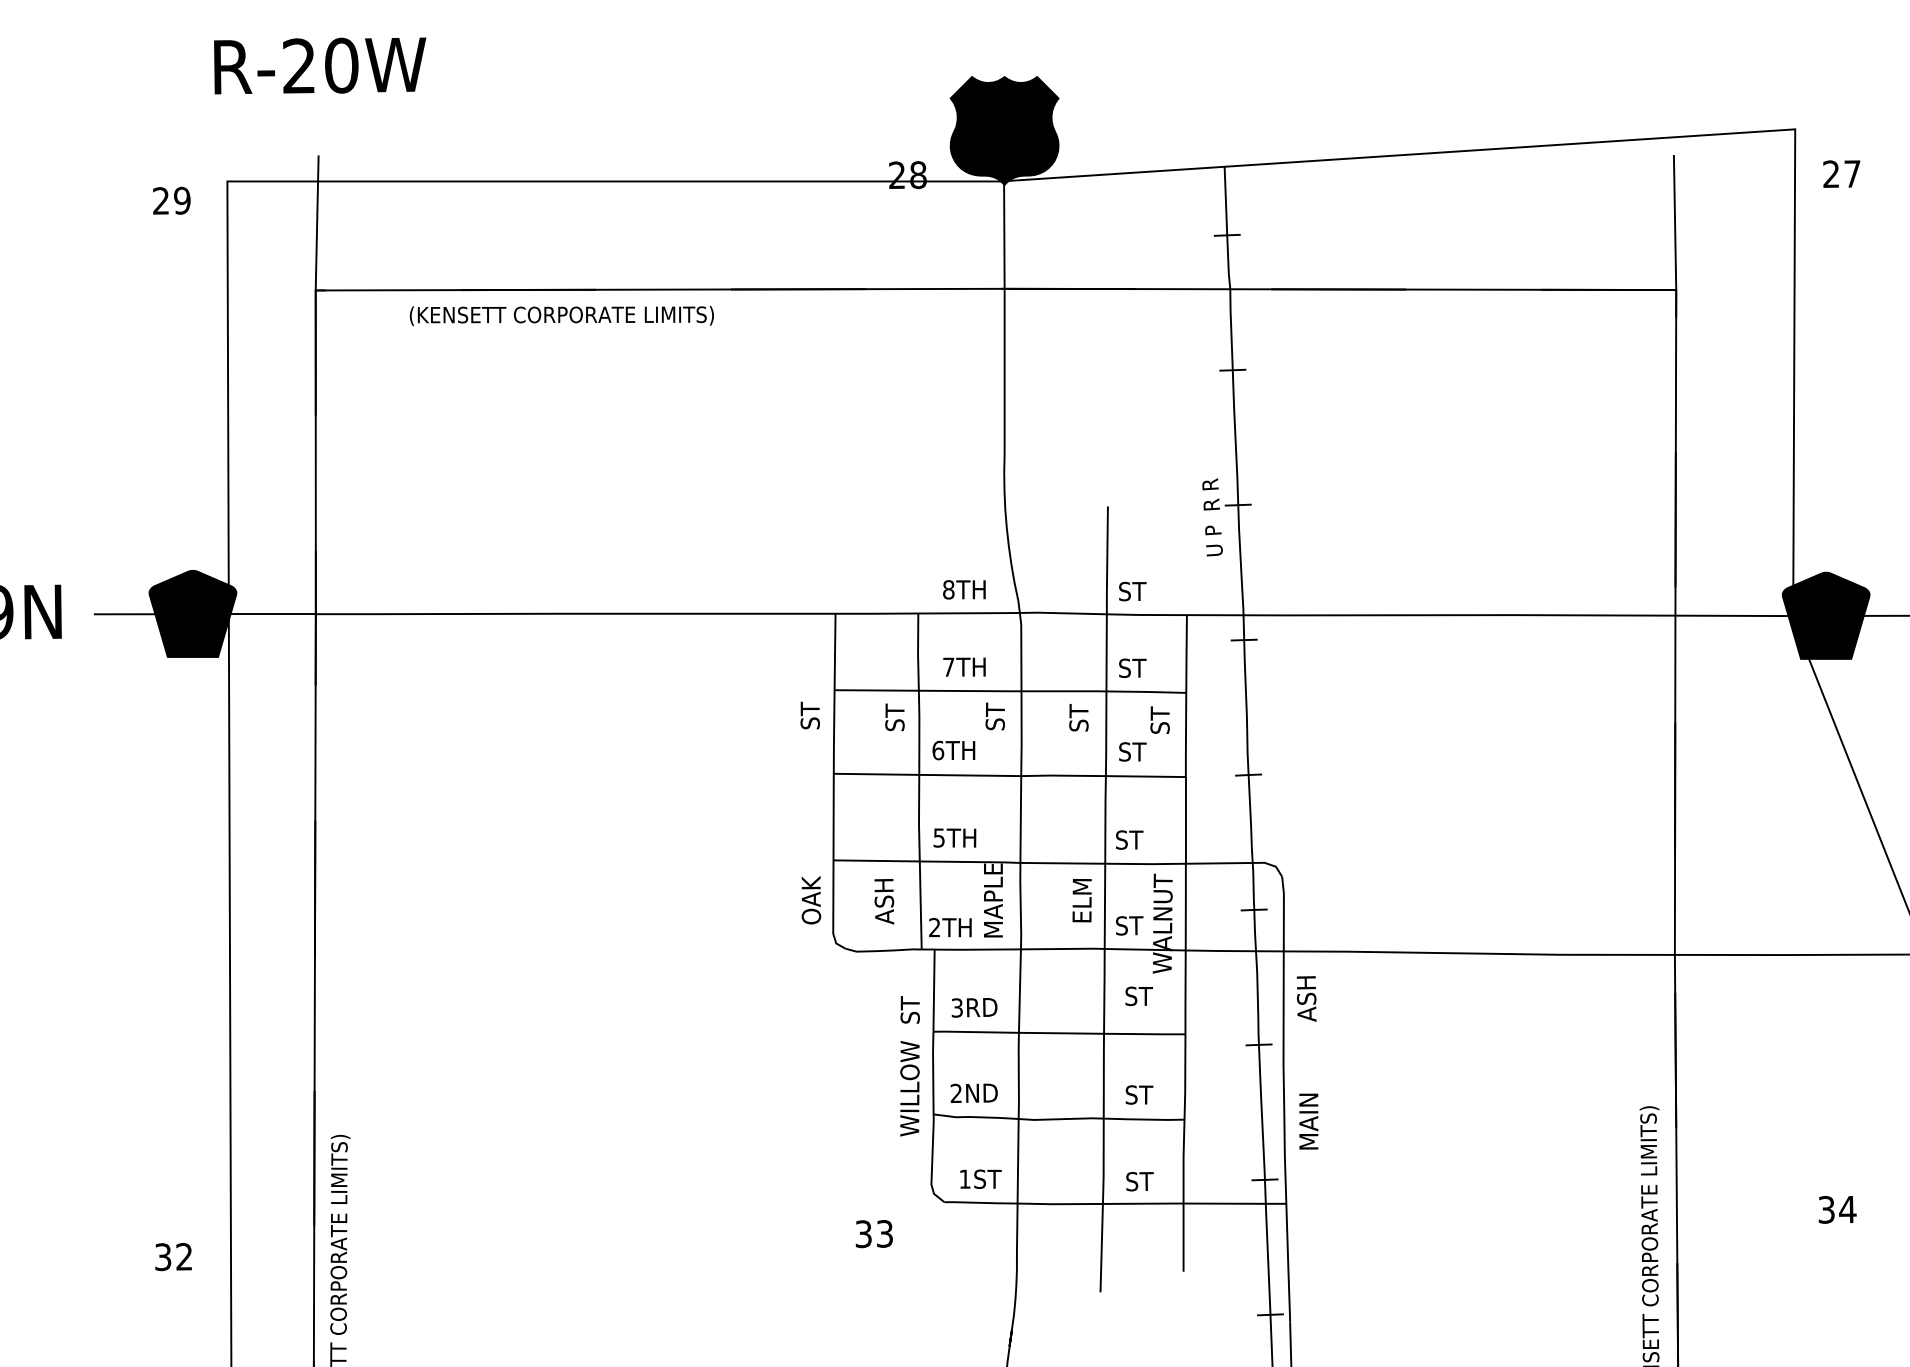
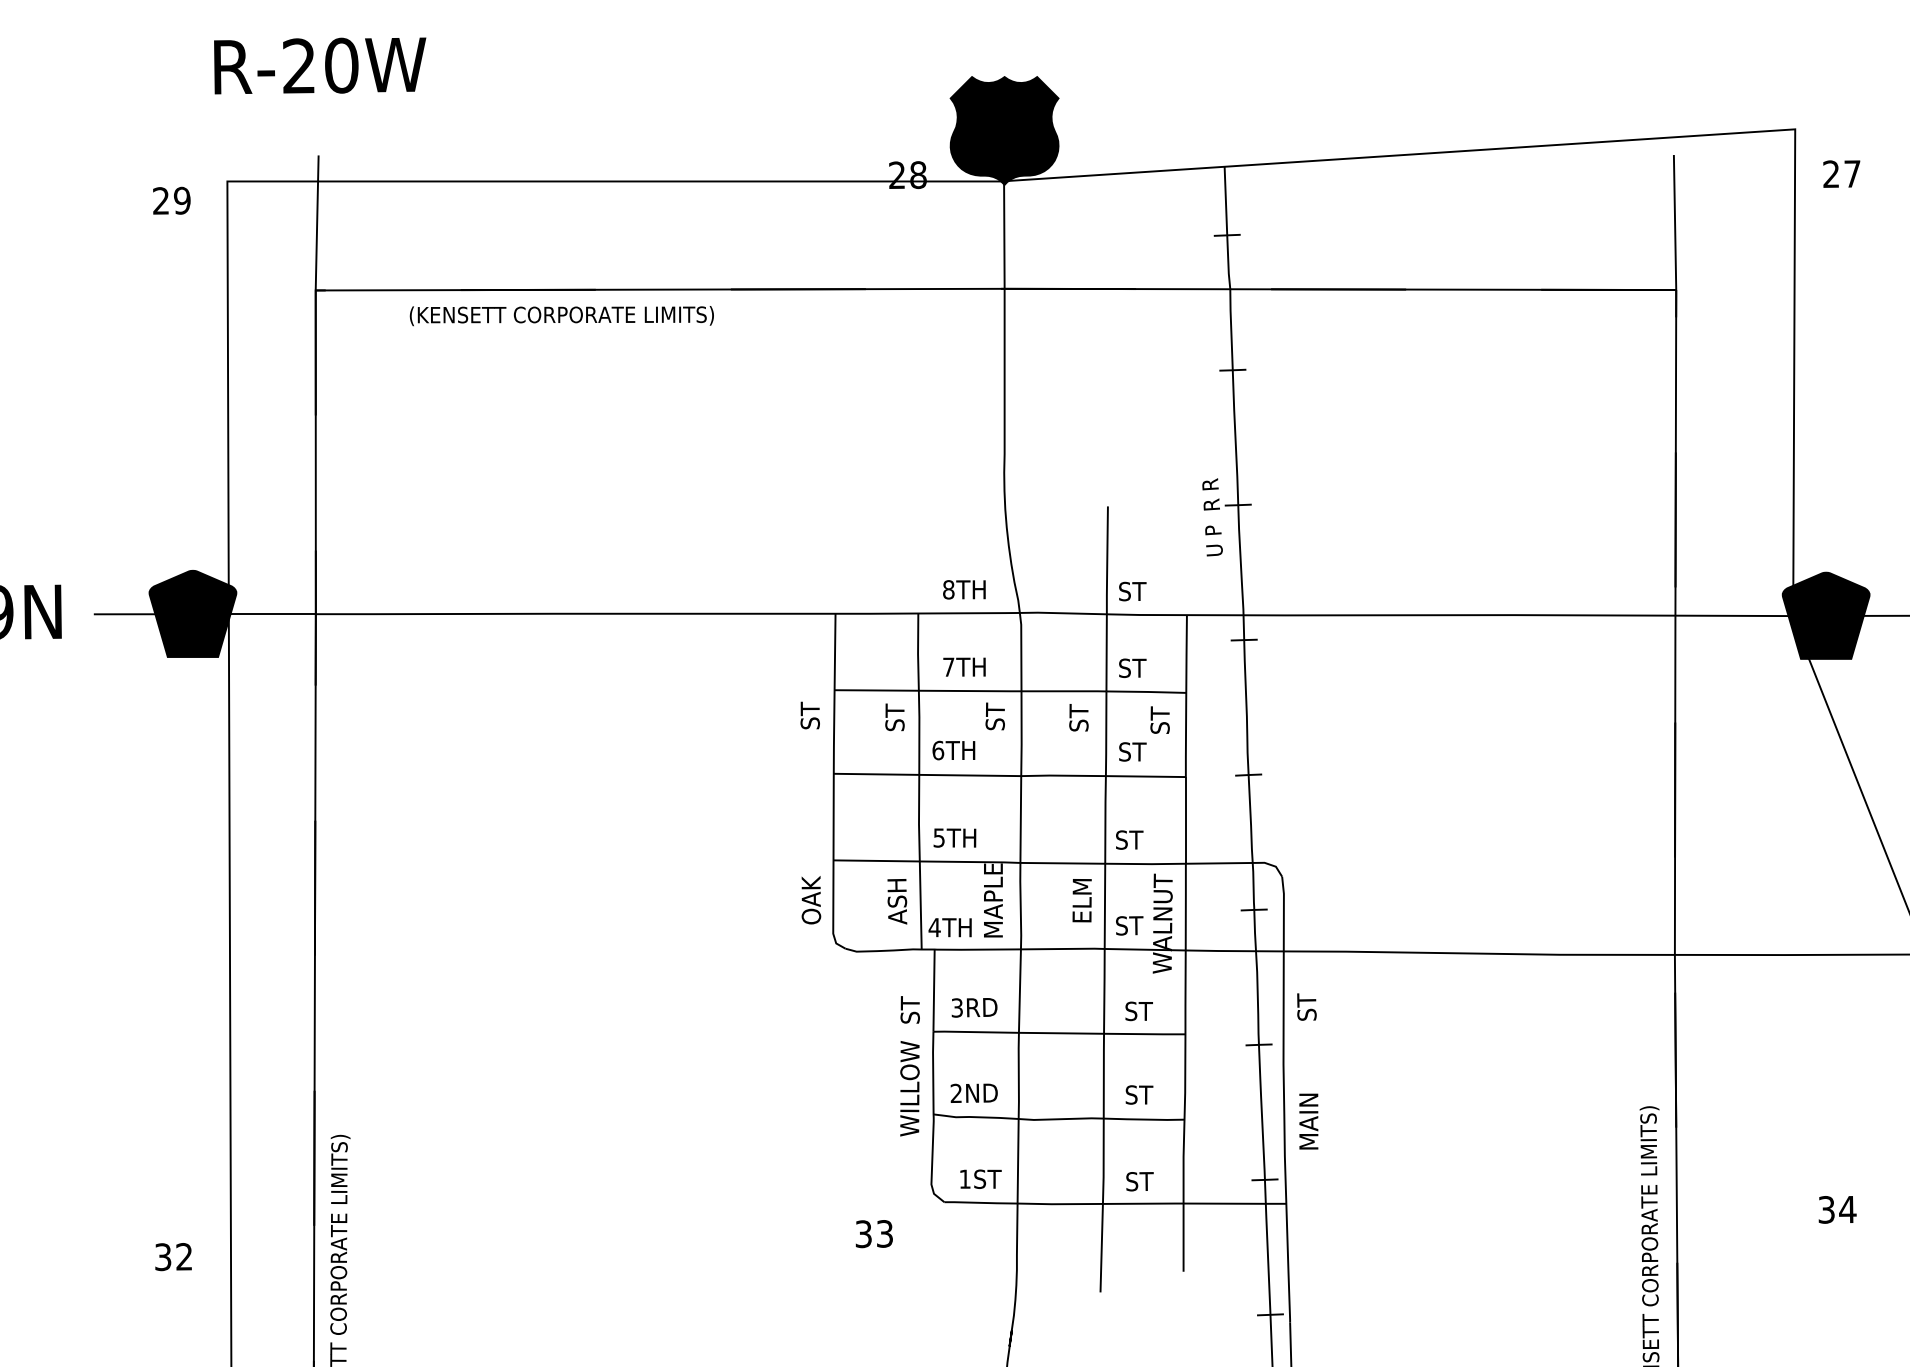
text at (884, 901) position: (884, 901) -> (897, 901)
text at (934, 927): 2TH -> 4TH
text at (1138, 996) position: (1138, 996) -> (1138, 1011)
text at (1306, 998): ASH -> ST
